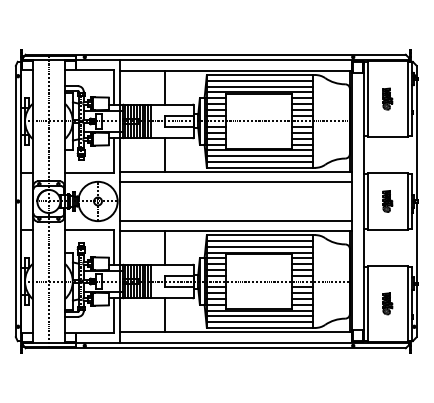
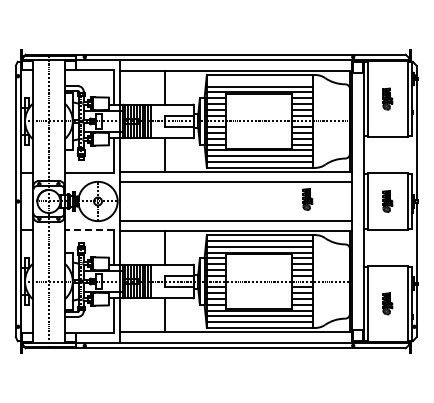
line at (259, 80): present -> none
part at (307, 199): none -> present
line at (89, 230): solid -> dashed
